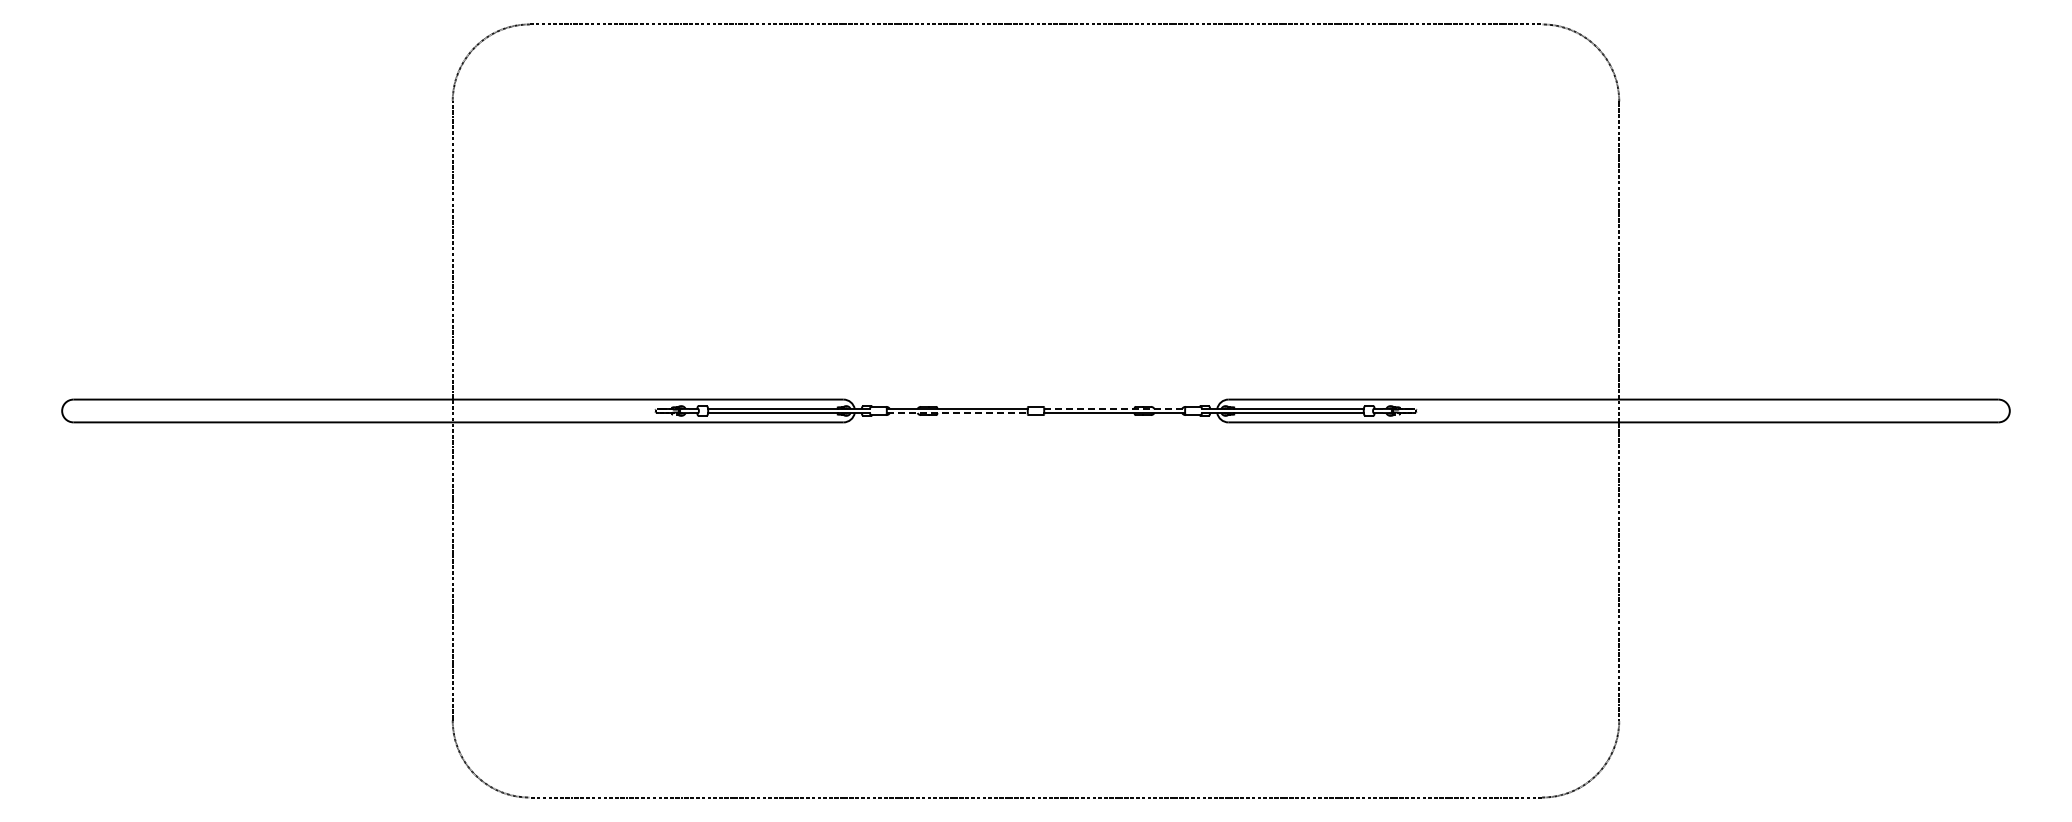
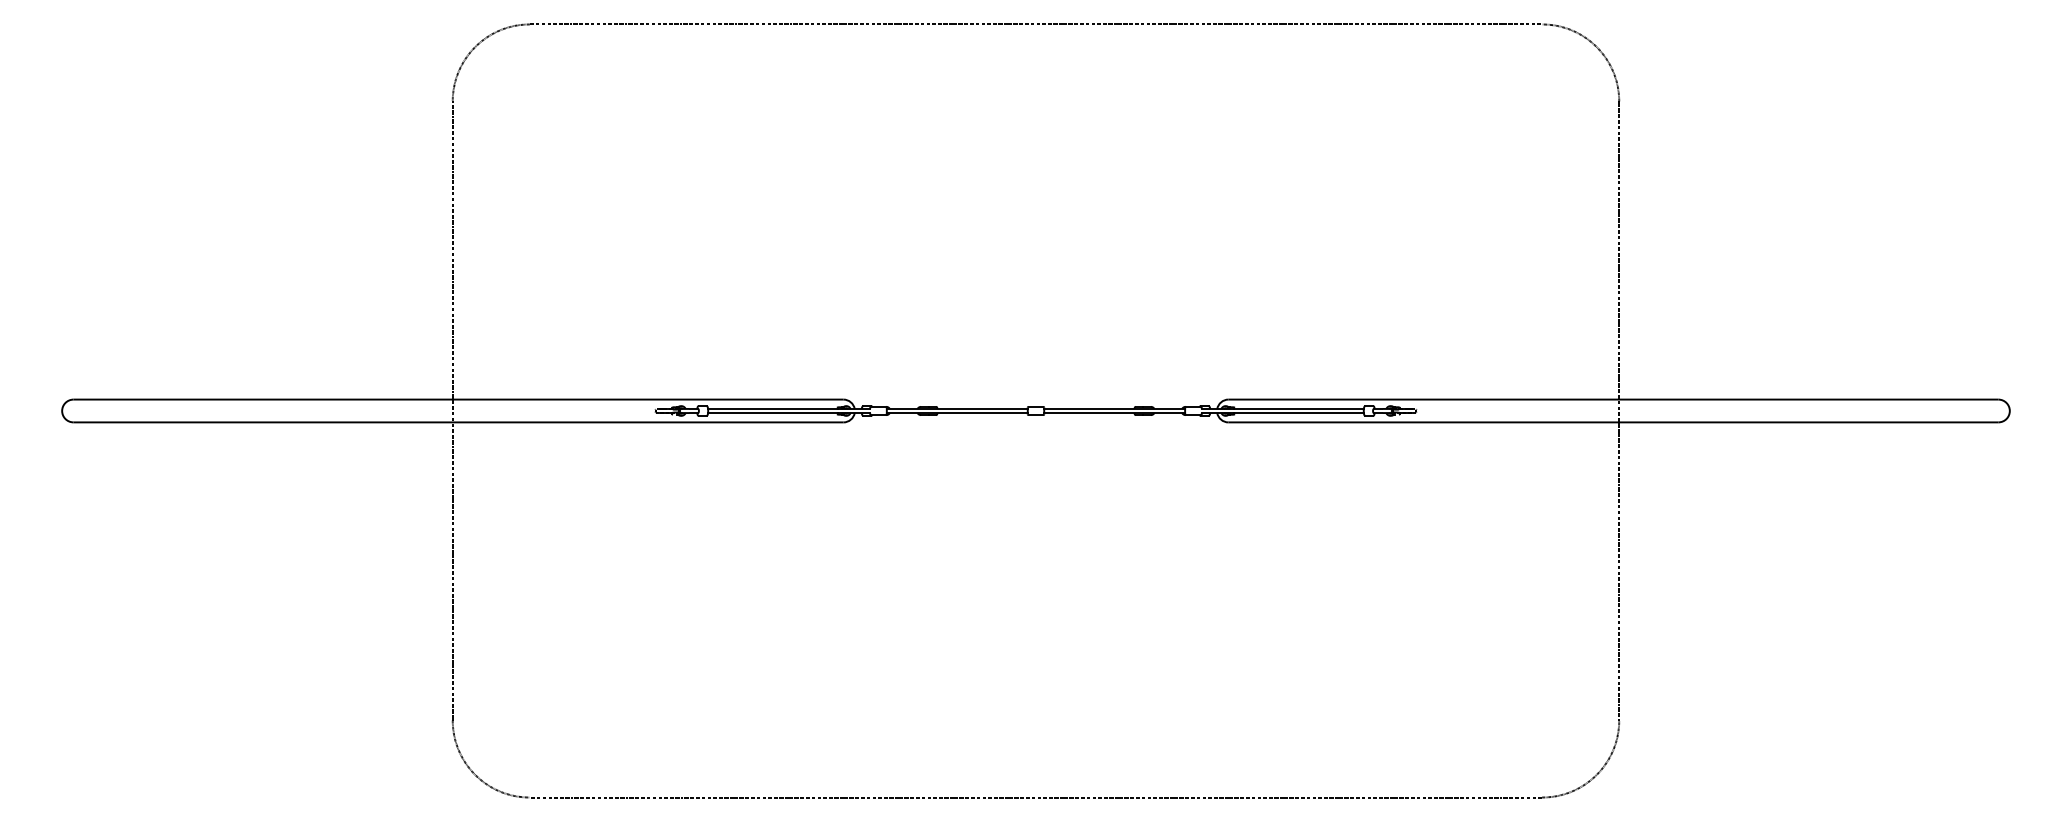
line at (1114, 408): dashed -> solid
line at (957, 413): dashed -> solid
